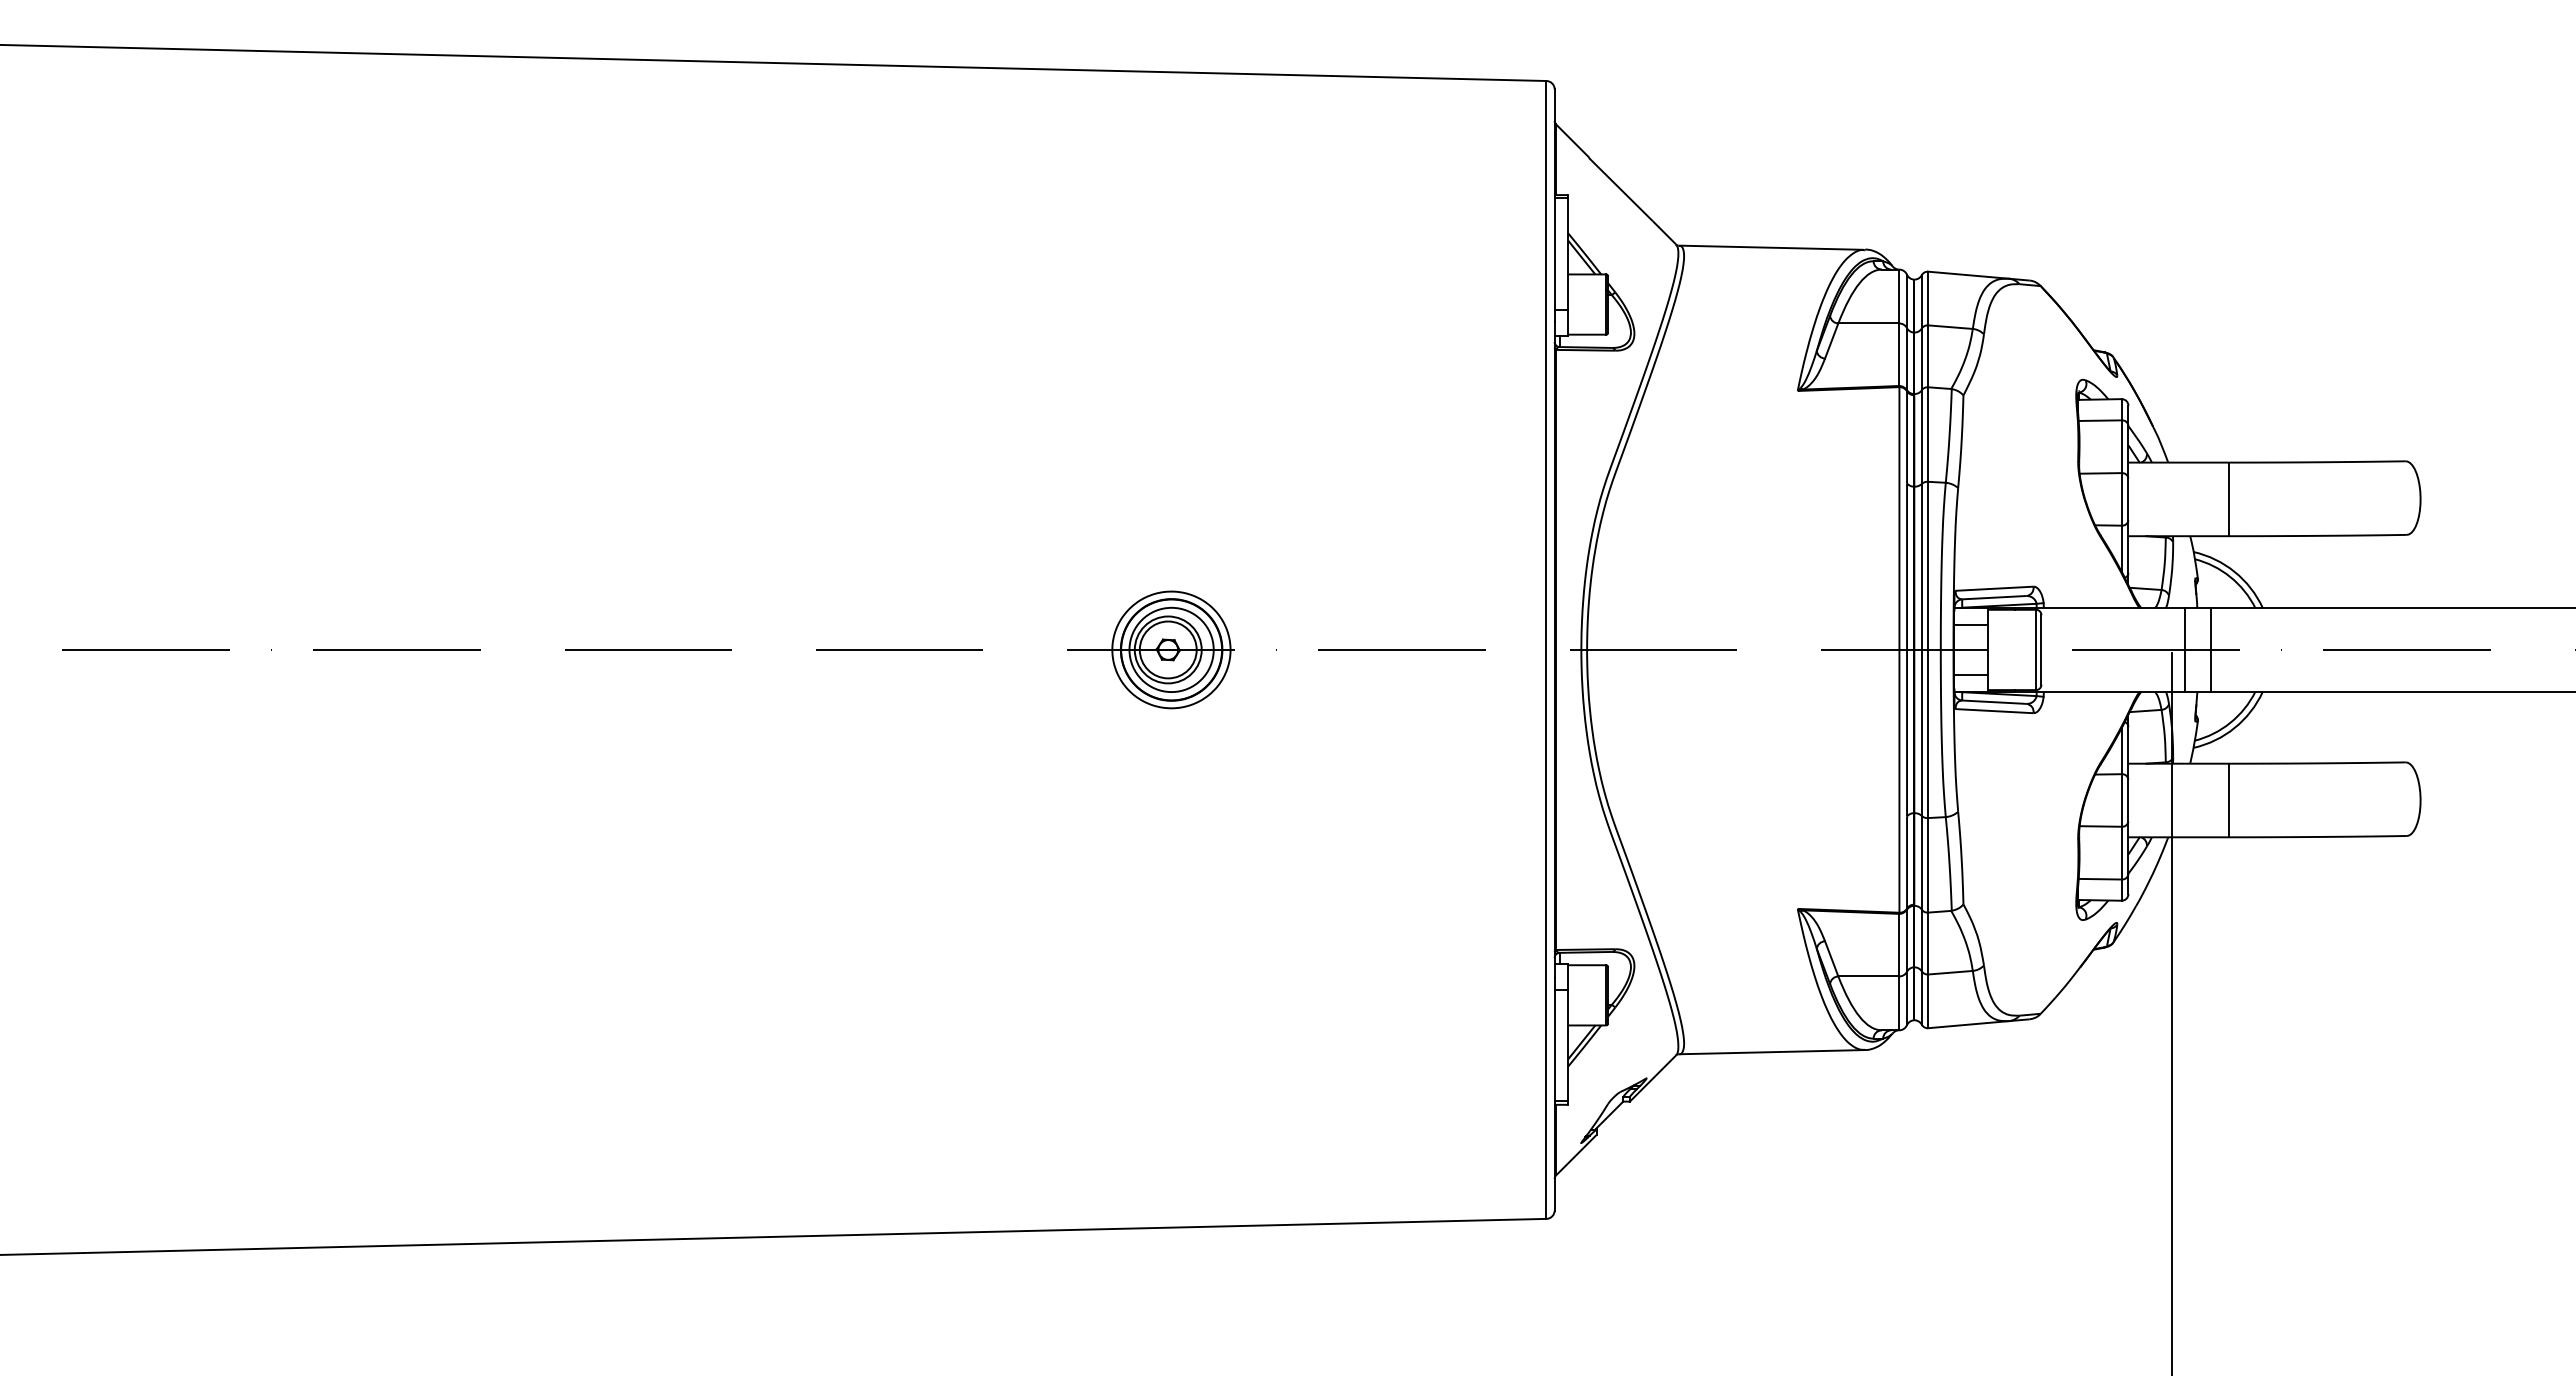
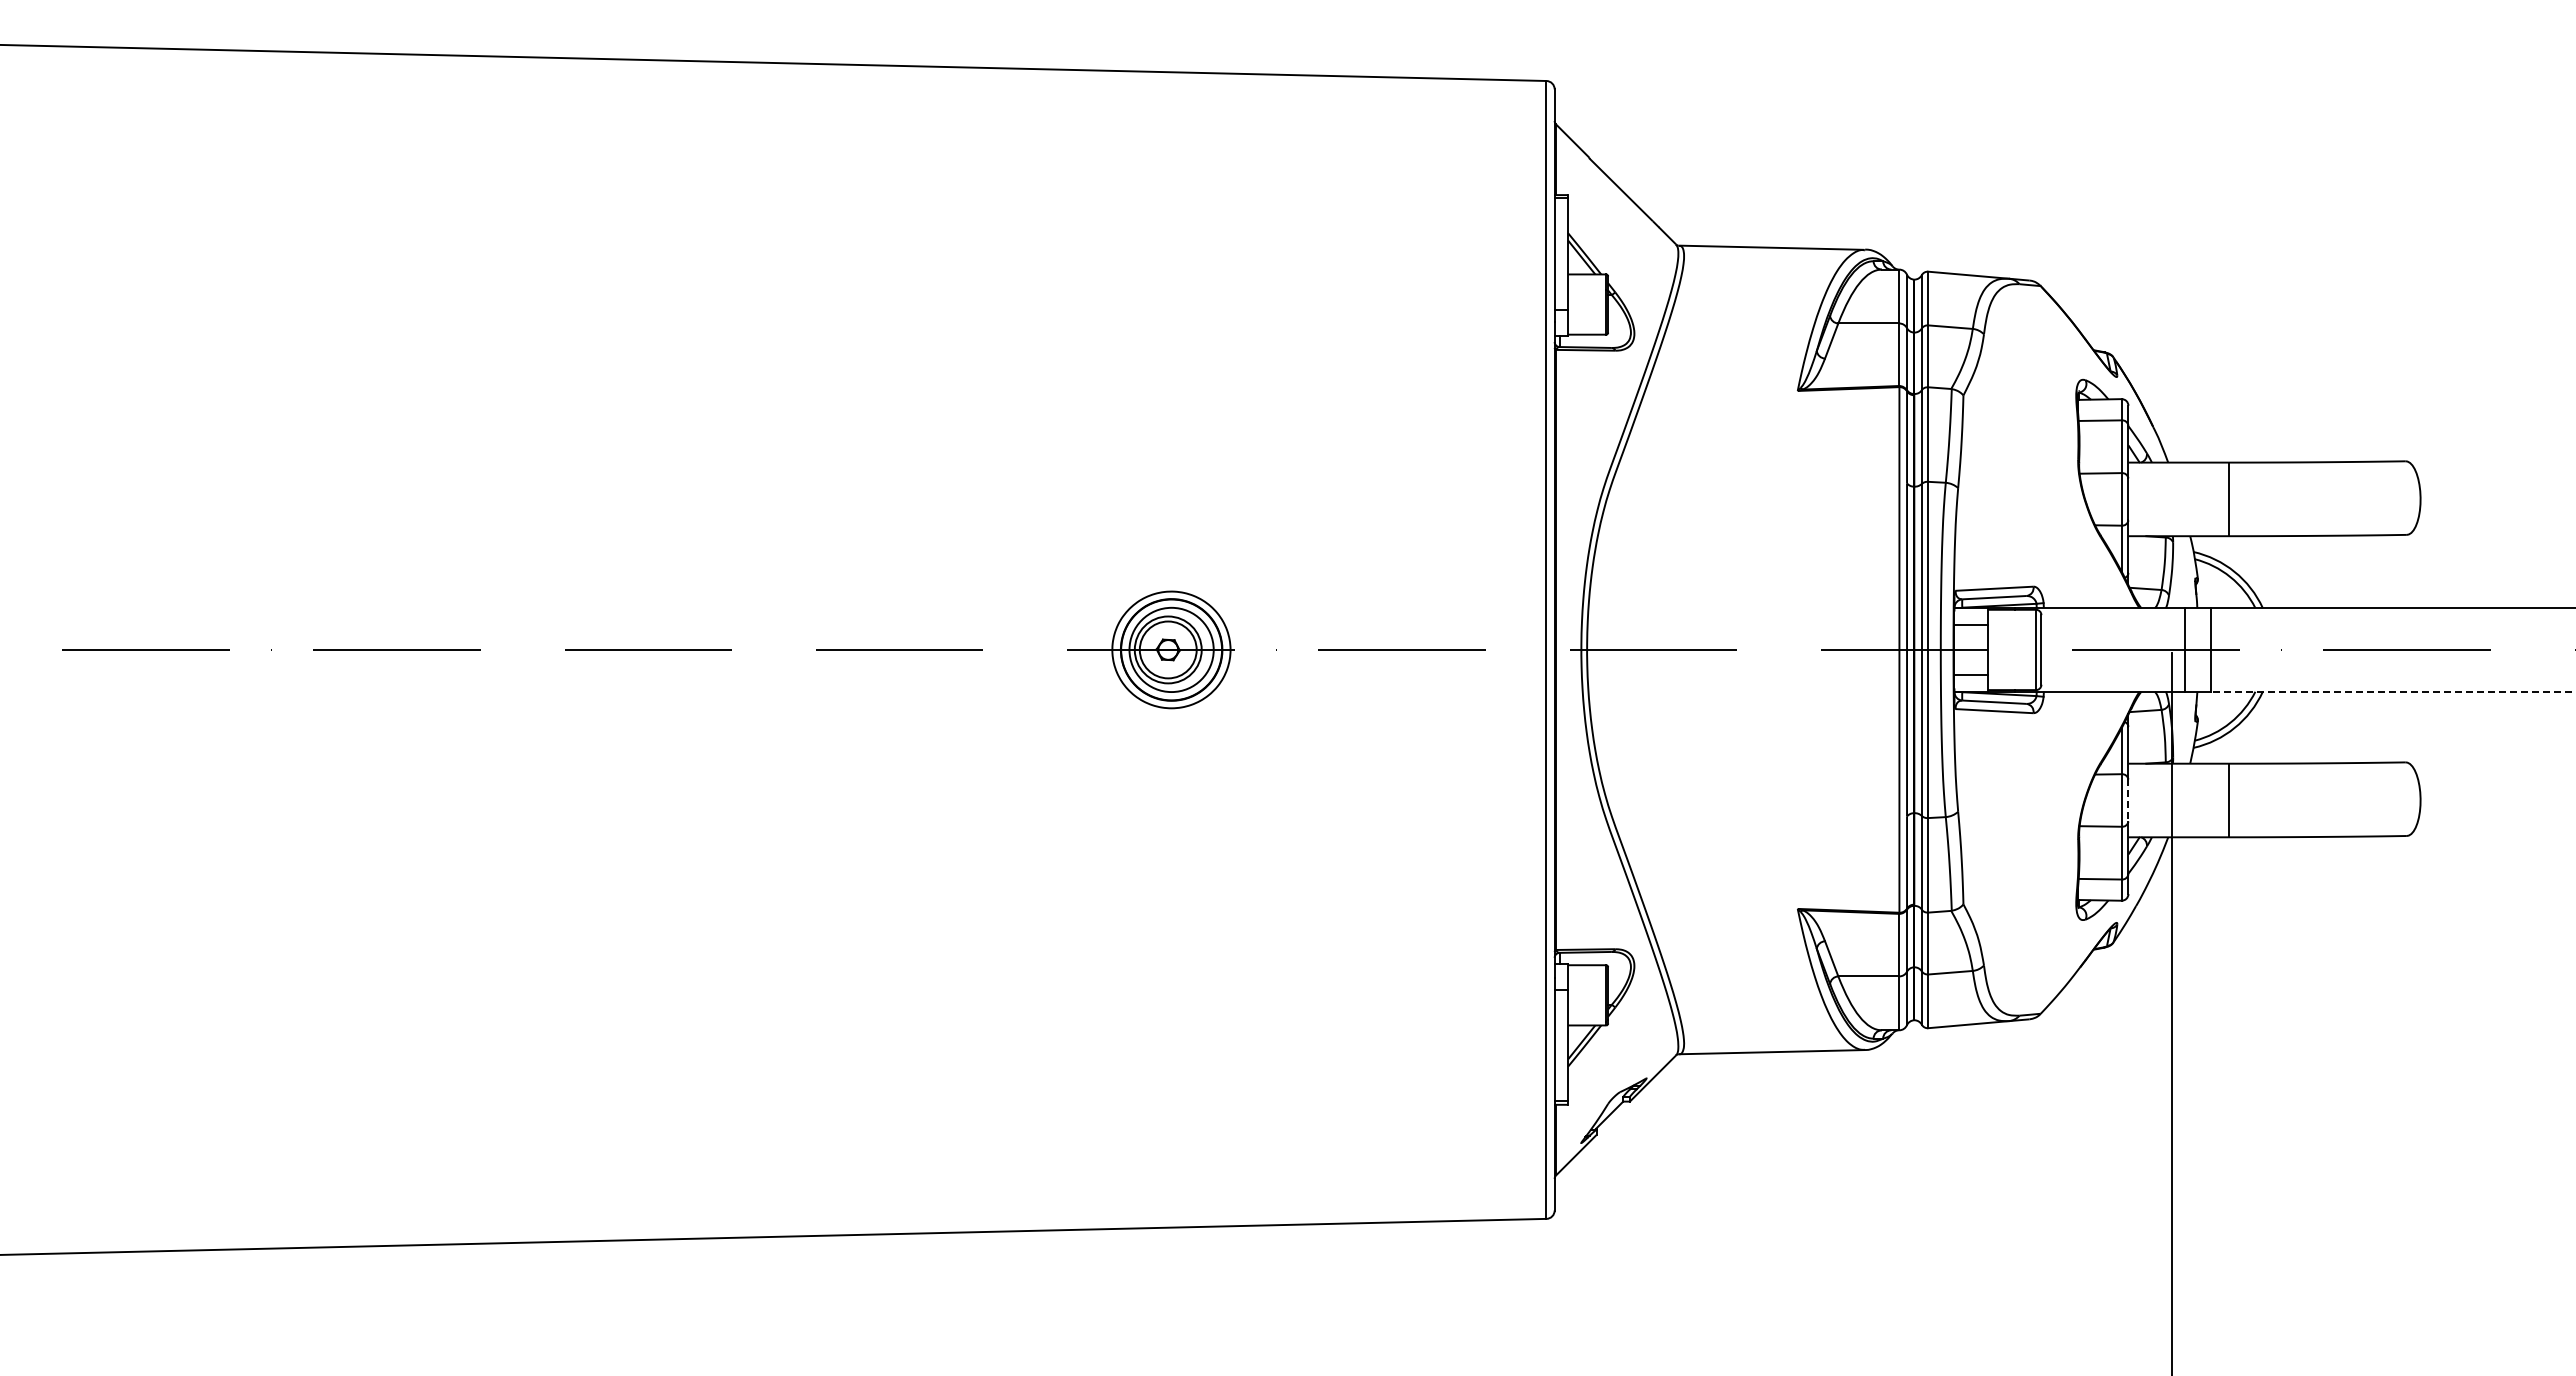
line at (2392, 691): solid -> dashed
line at (2128, 800): solid -> dashed
